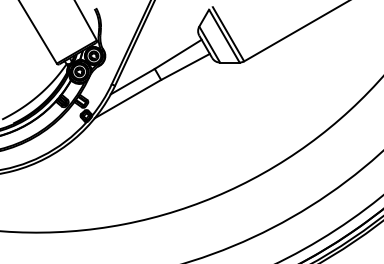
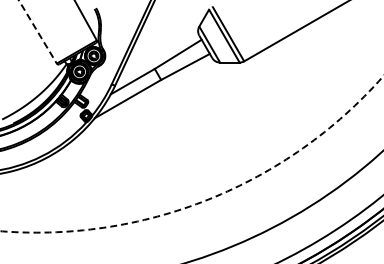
line at (37, 32): solid -> dashed
arc at (211, 198): solid -> dashed
